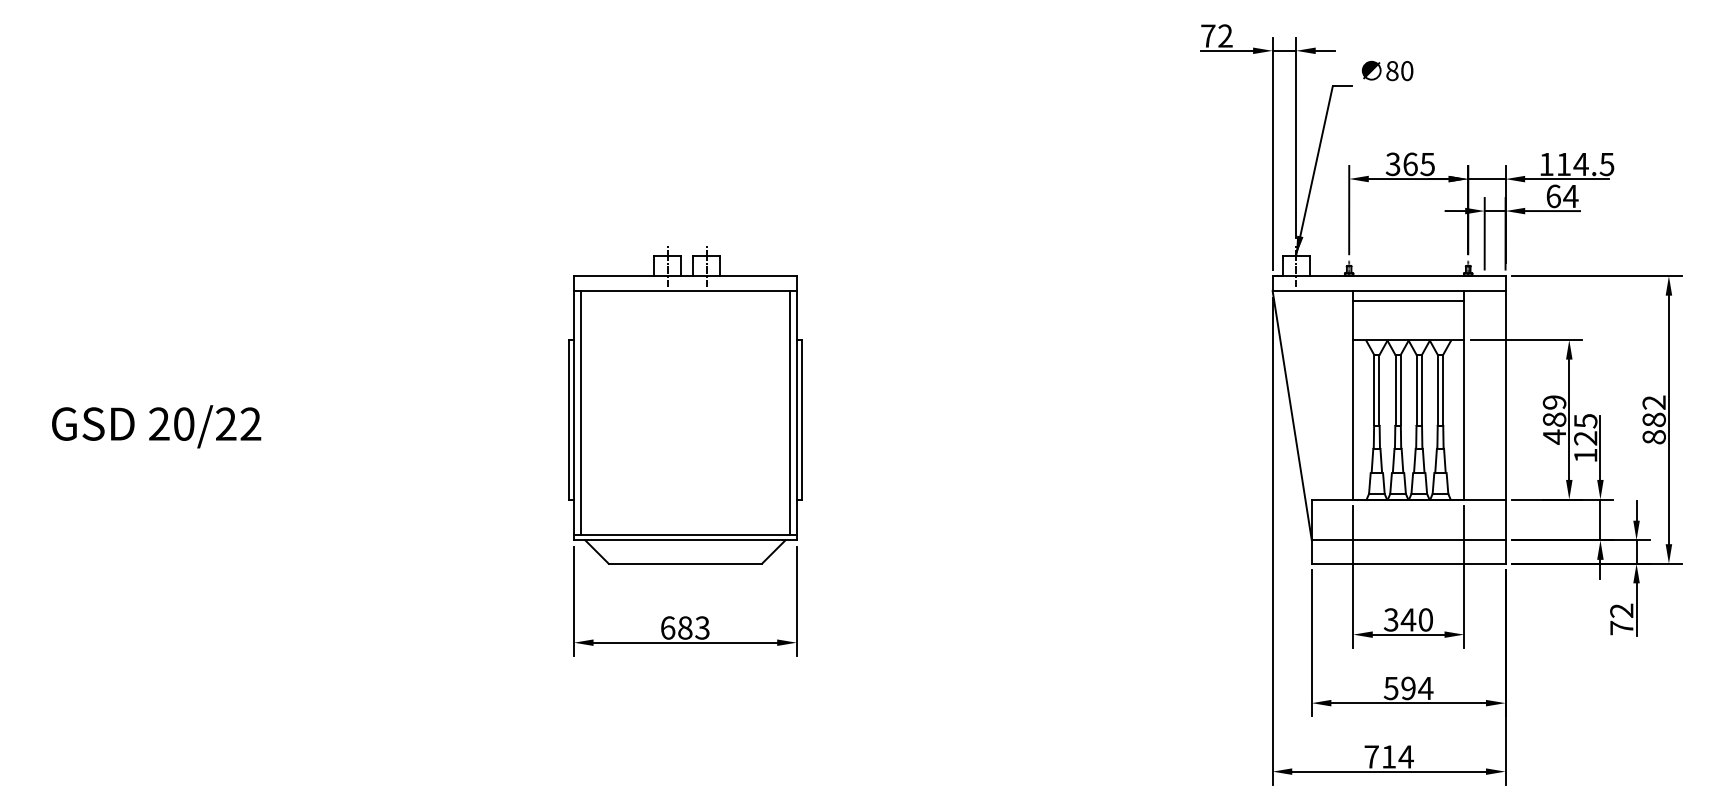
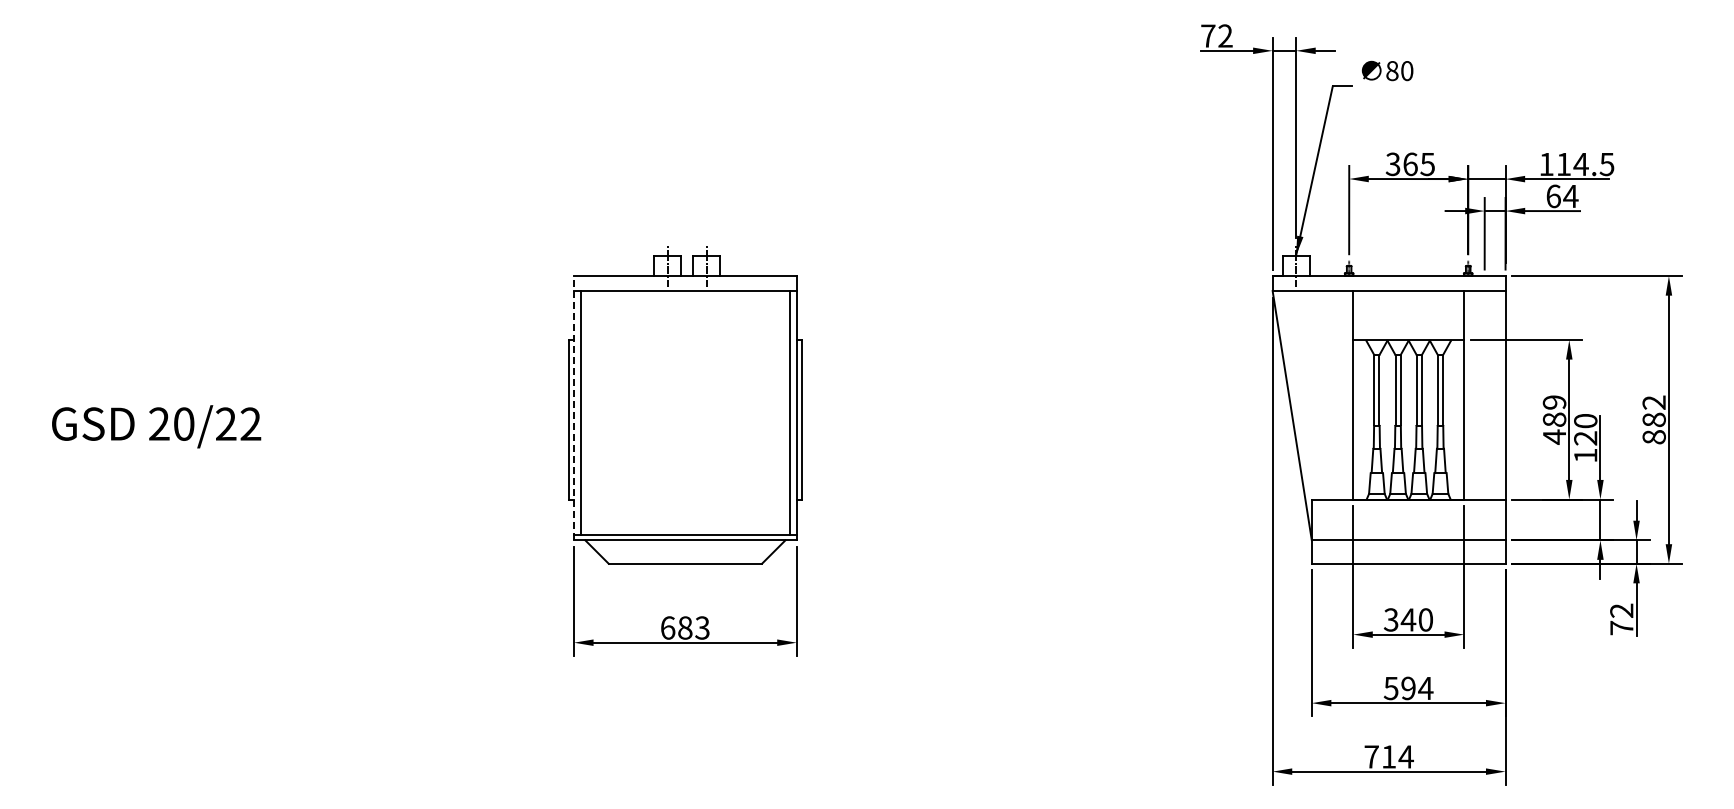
line at (1408, 300): present -> none
line at (574, 407): solid -> dashed
text at (1585, 421): 125 -> 120
